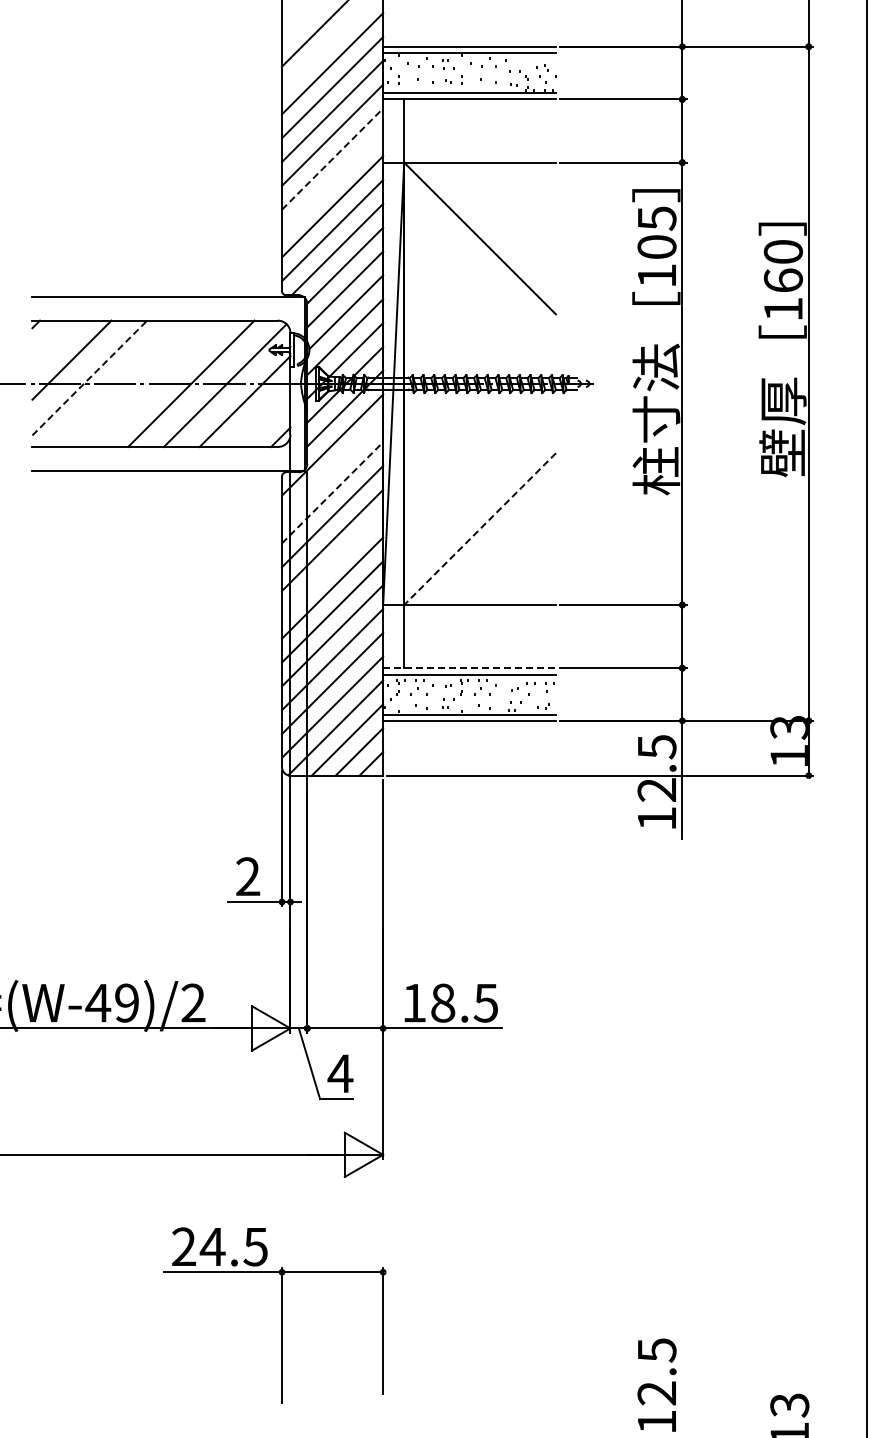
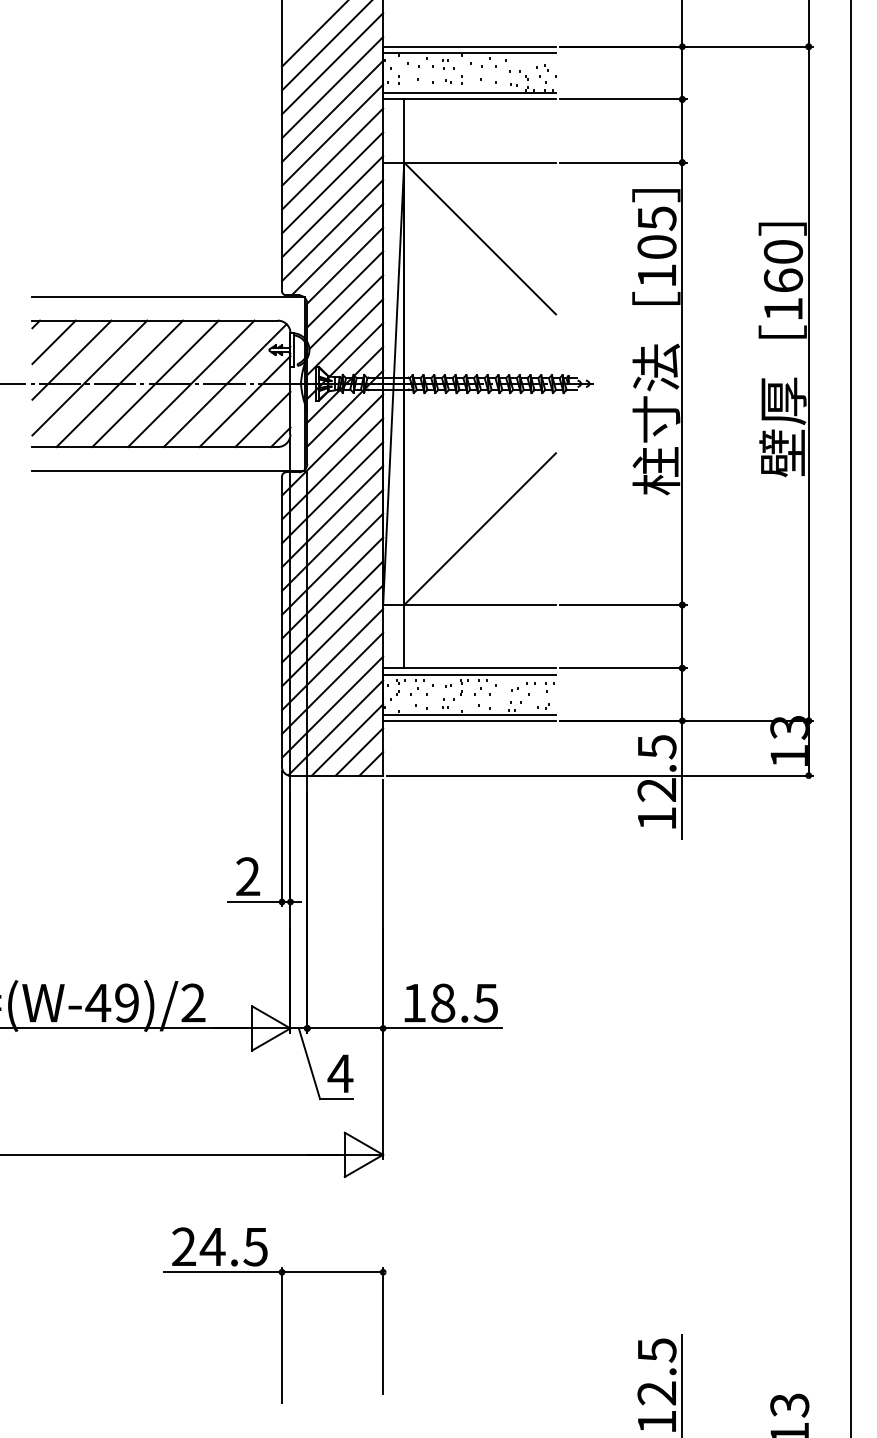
line at (325, 46): none -> present
line at (332, 159): dashed -> solid
line at (332, 182): none -> present
line at (53, 341): none -> present
line at (90, 377): dashed -> solid
line at (119, 383): none -> present
line at (155, 383): none -> present
line at (262, 419): none -> present
line at (332, 468): none -> present
line at (332, 492): dashed -> solid
line at (479, 529): dashed -> solid
line at (332, 563): none -> present
line at (470, 668): dashed -> solid
line at (866, 718) position: (866, 718) -> (850, 718)
line at (682, 1384): none -> present
